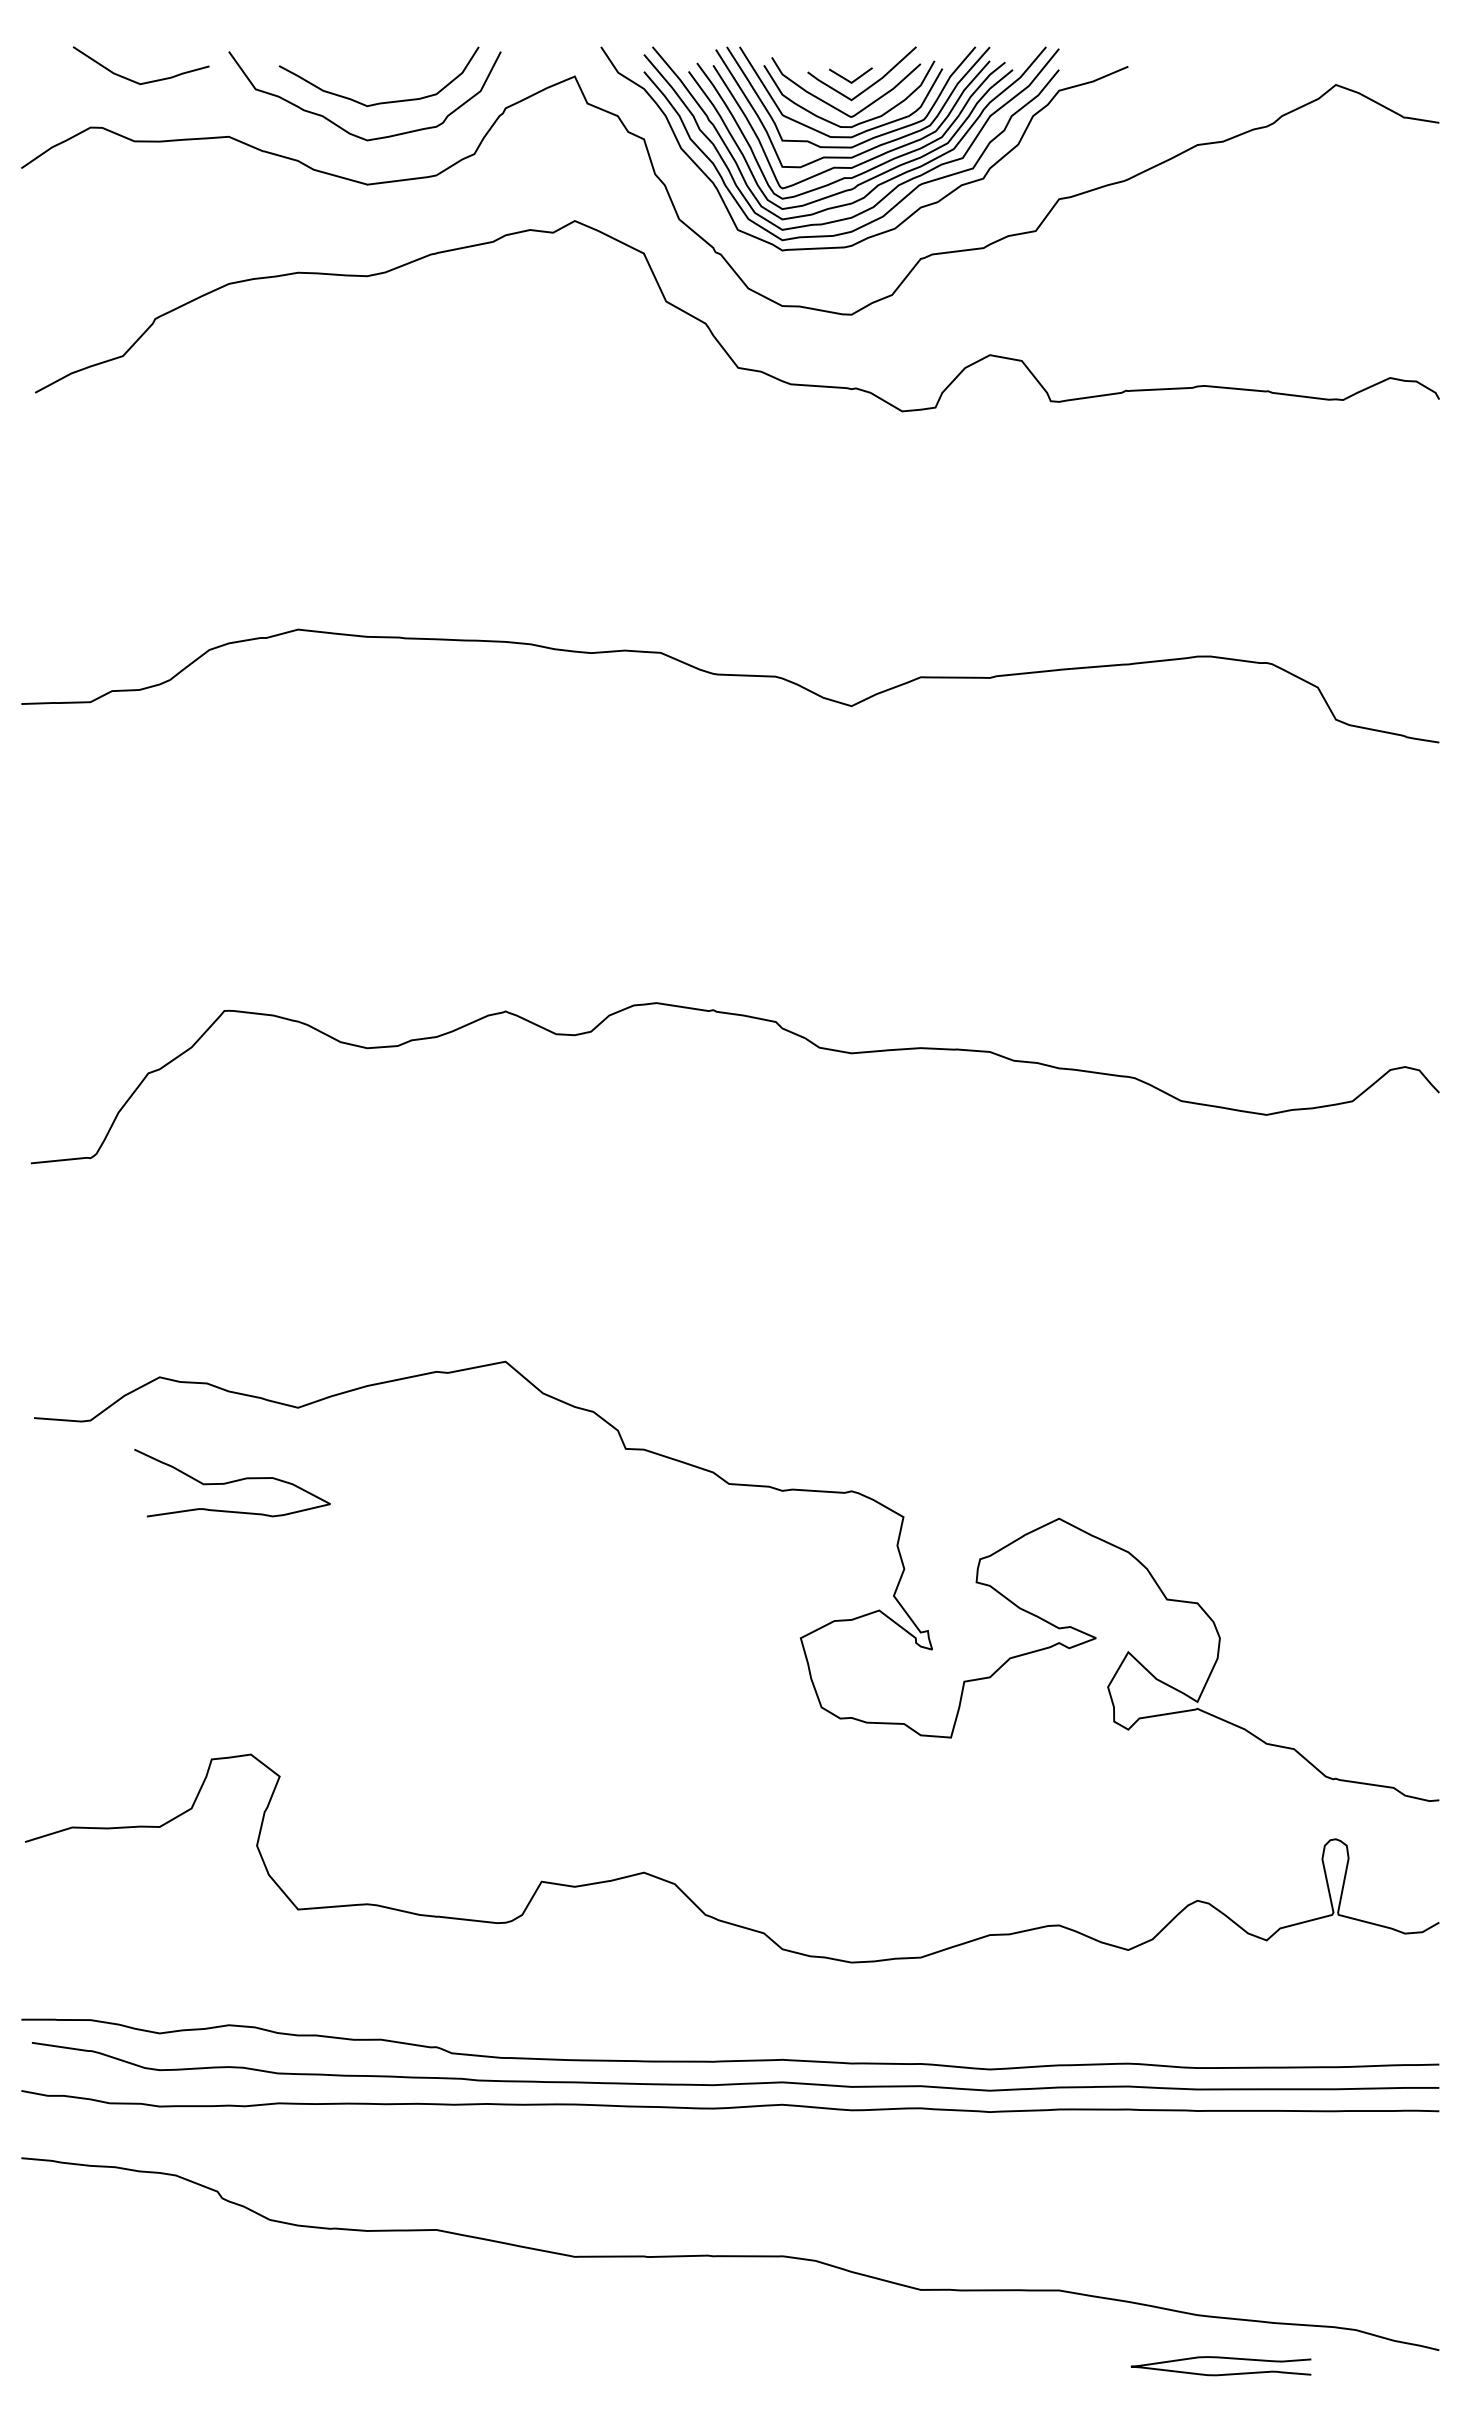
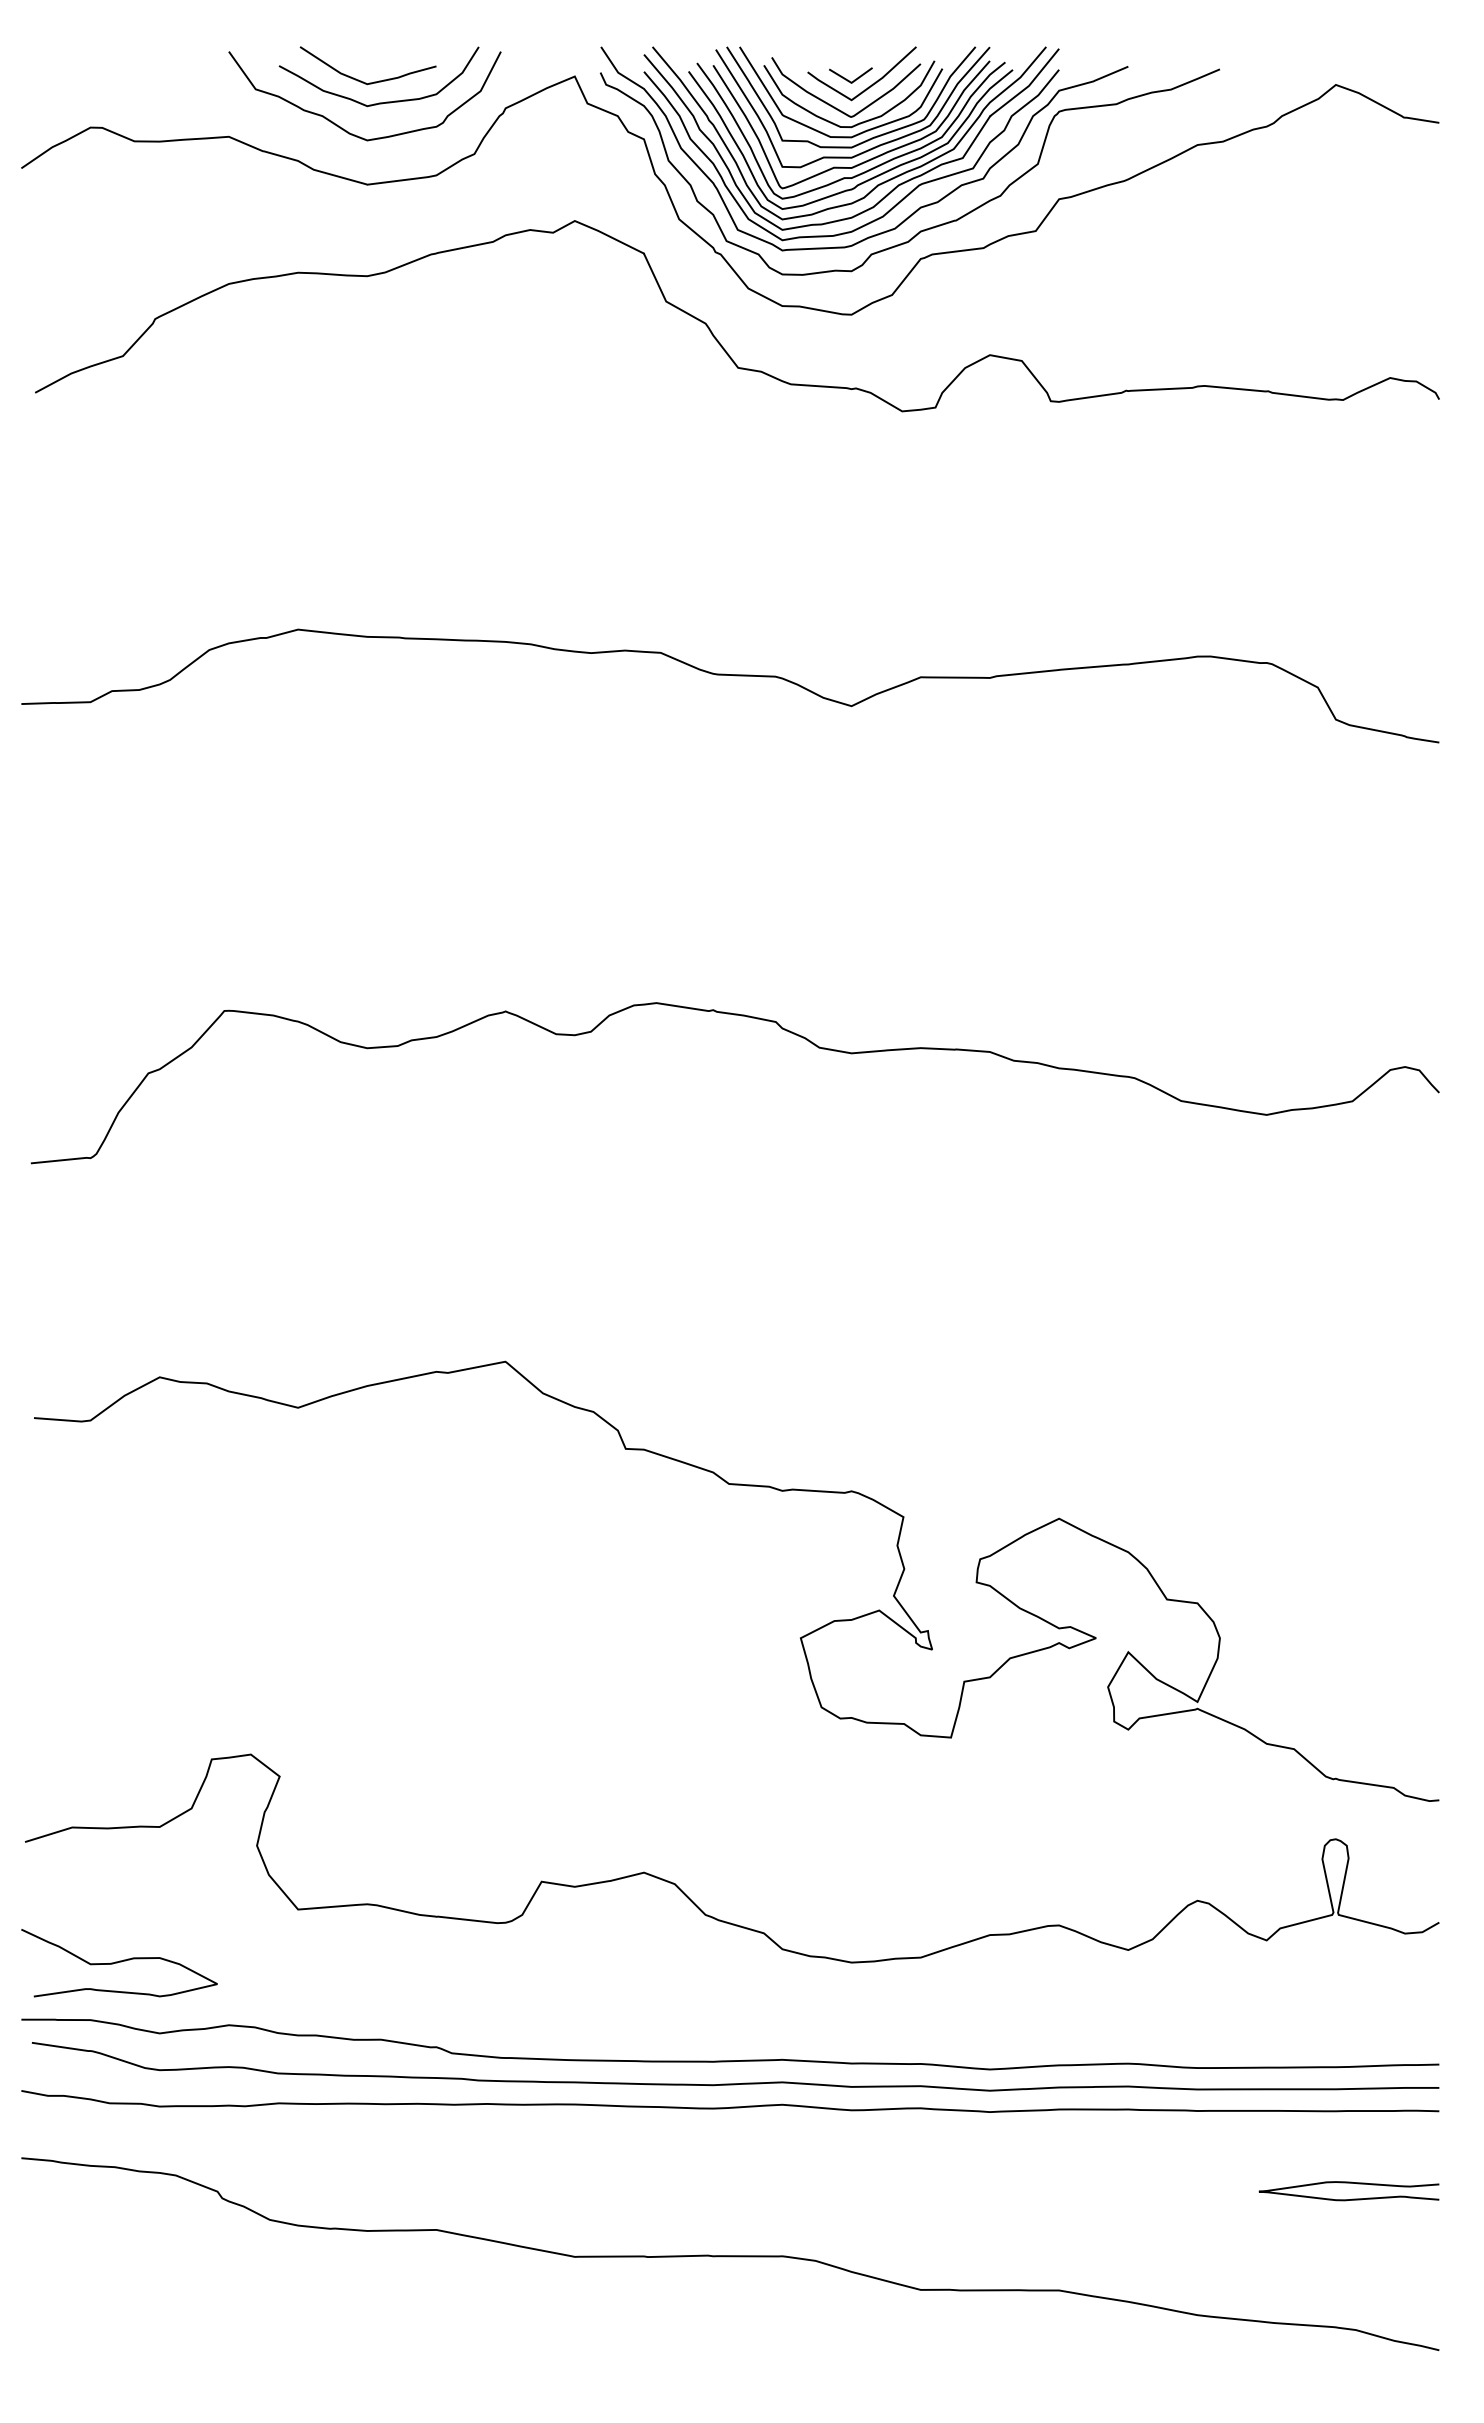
curve at (134, 80) position: (134, 80) -> (361, 80)
curve at (929, 227): none -> present
curve at (232, 1482) position: (232, 1482) -> (119, 1962)
curve at (1220, 2358) position: (1220, 2358) -> (1348, 2183)
